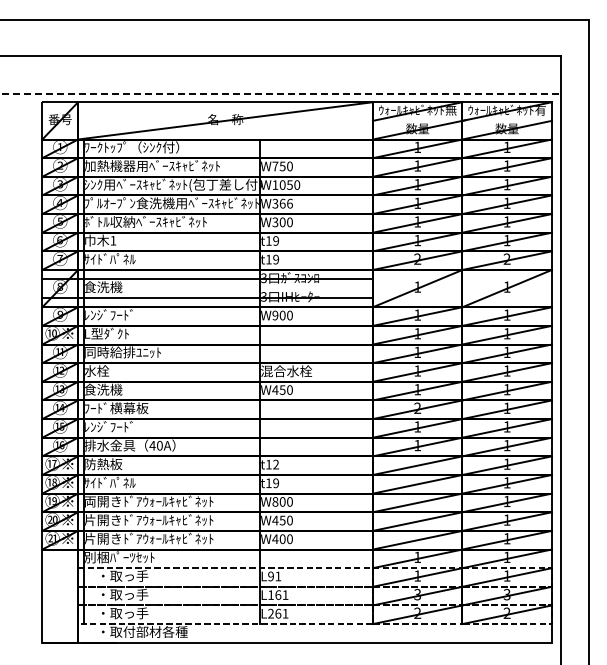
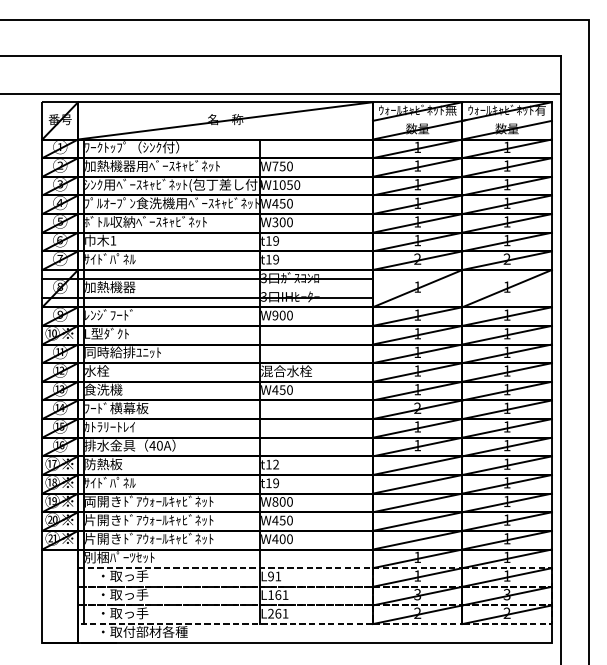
line at (281, 93): dashed -> solid
text at (282, 203): W366 -> W450
text at (110, 287): 食洗機 -> 加熱機器
text at (109, 426): ﾚﾝｼﾞﾌｰﾄﾞ -> ｶﾄﾗﾘｰﾄﾚｲ
